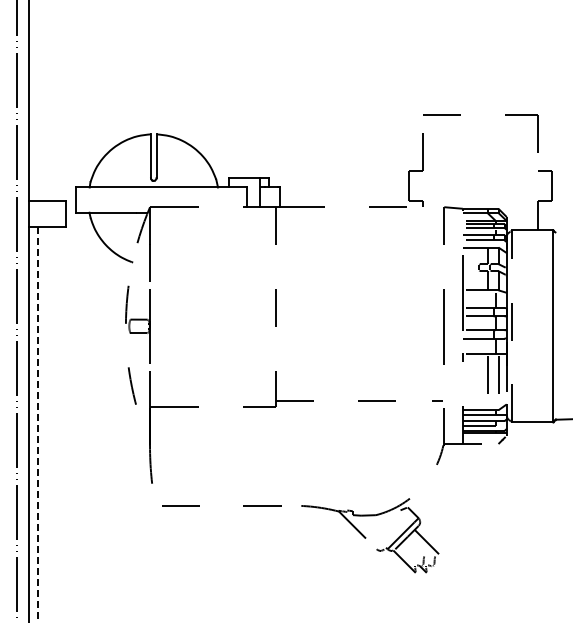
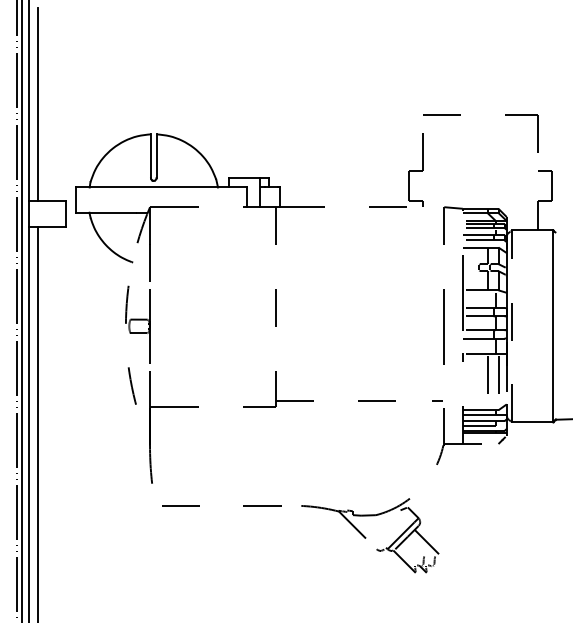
line at (37, 103): none -> present
line at (22, 310): none -> present
line at (37, 424): dashed -> solid
